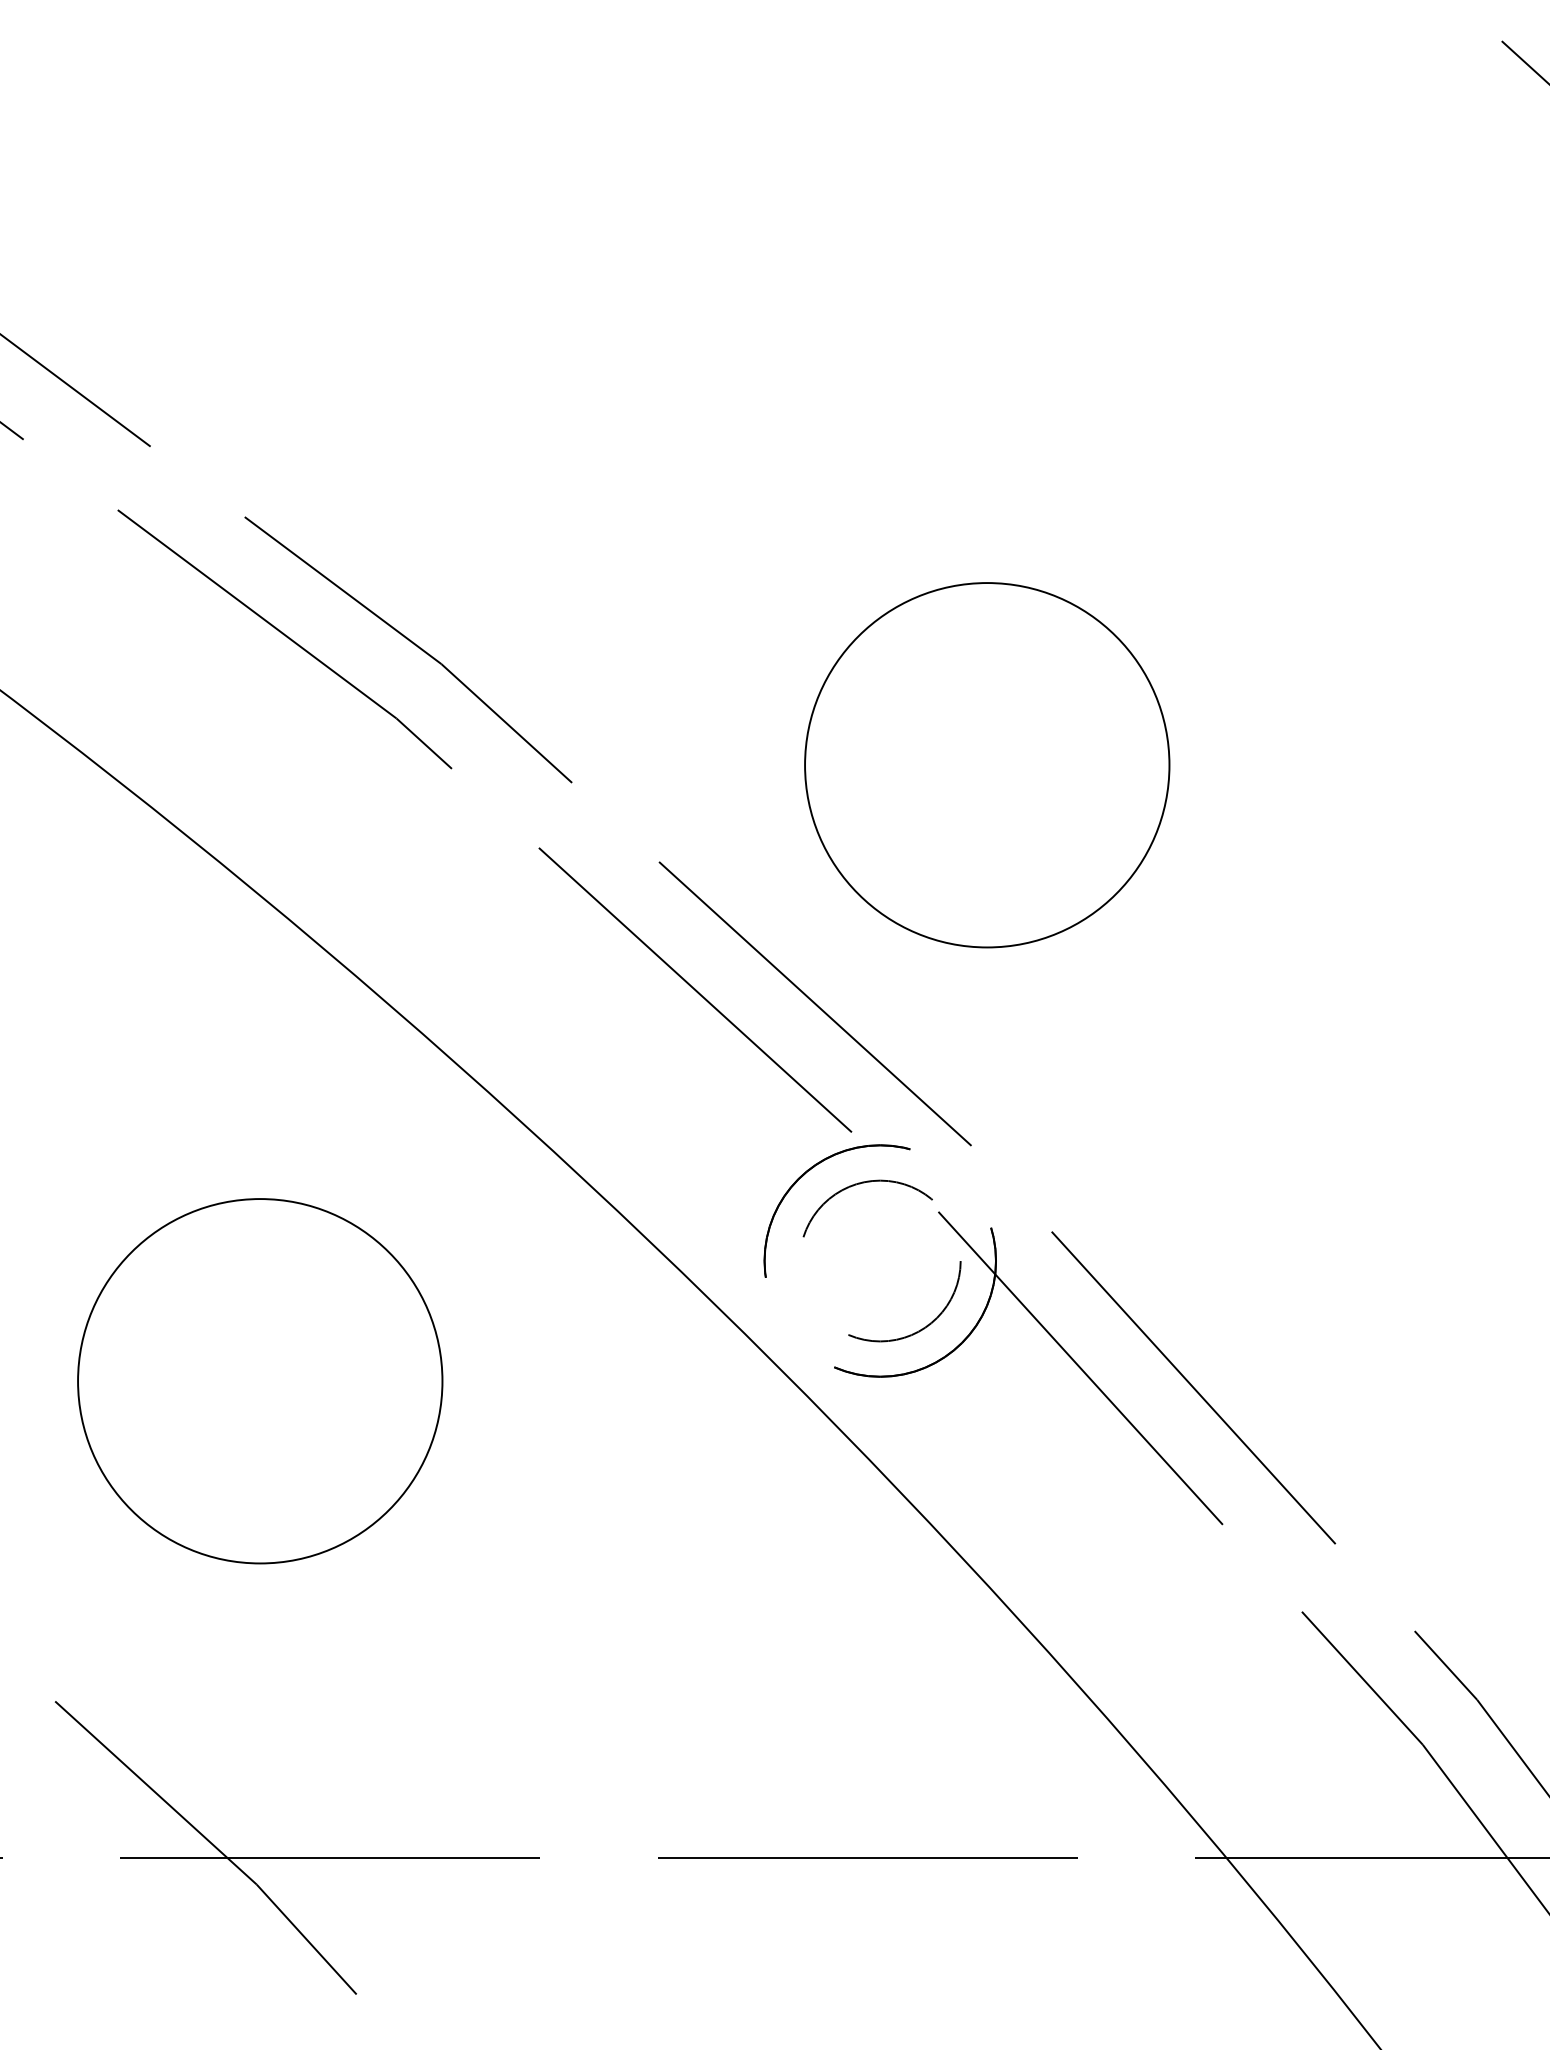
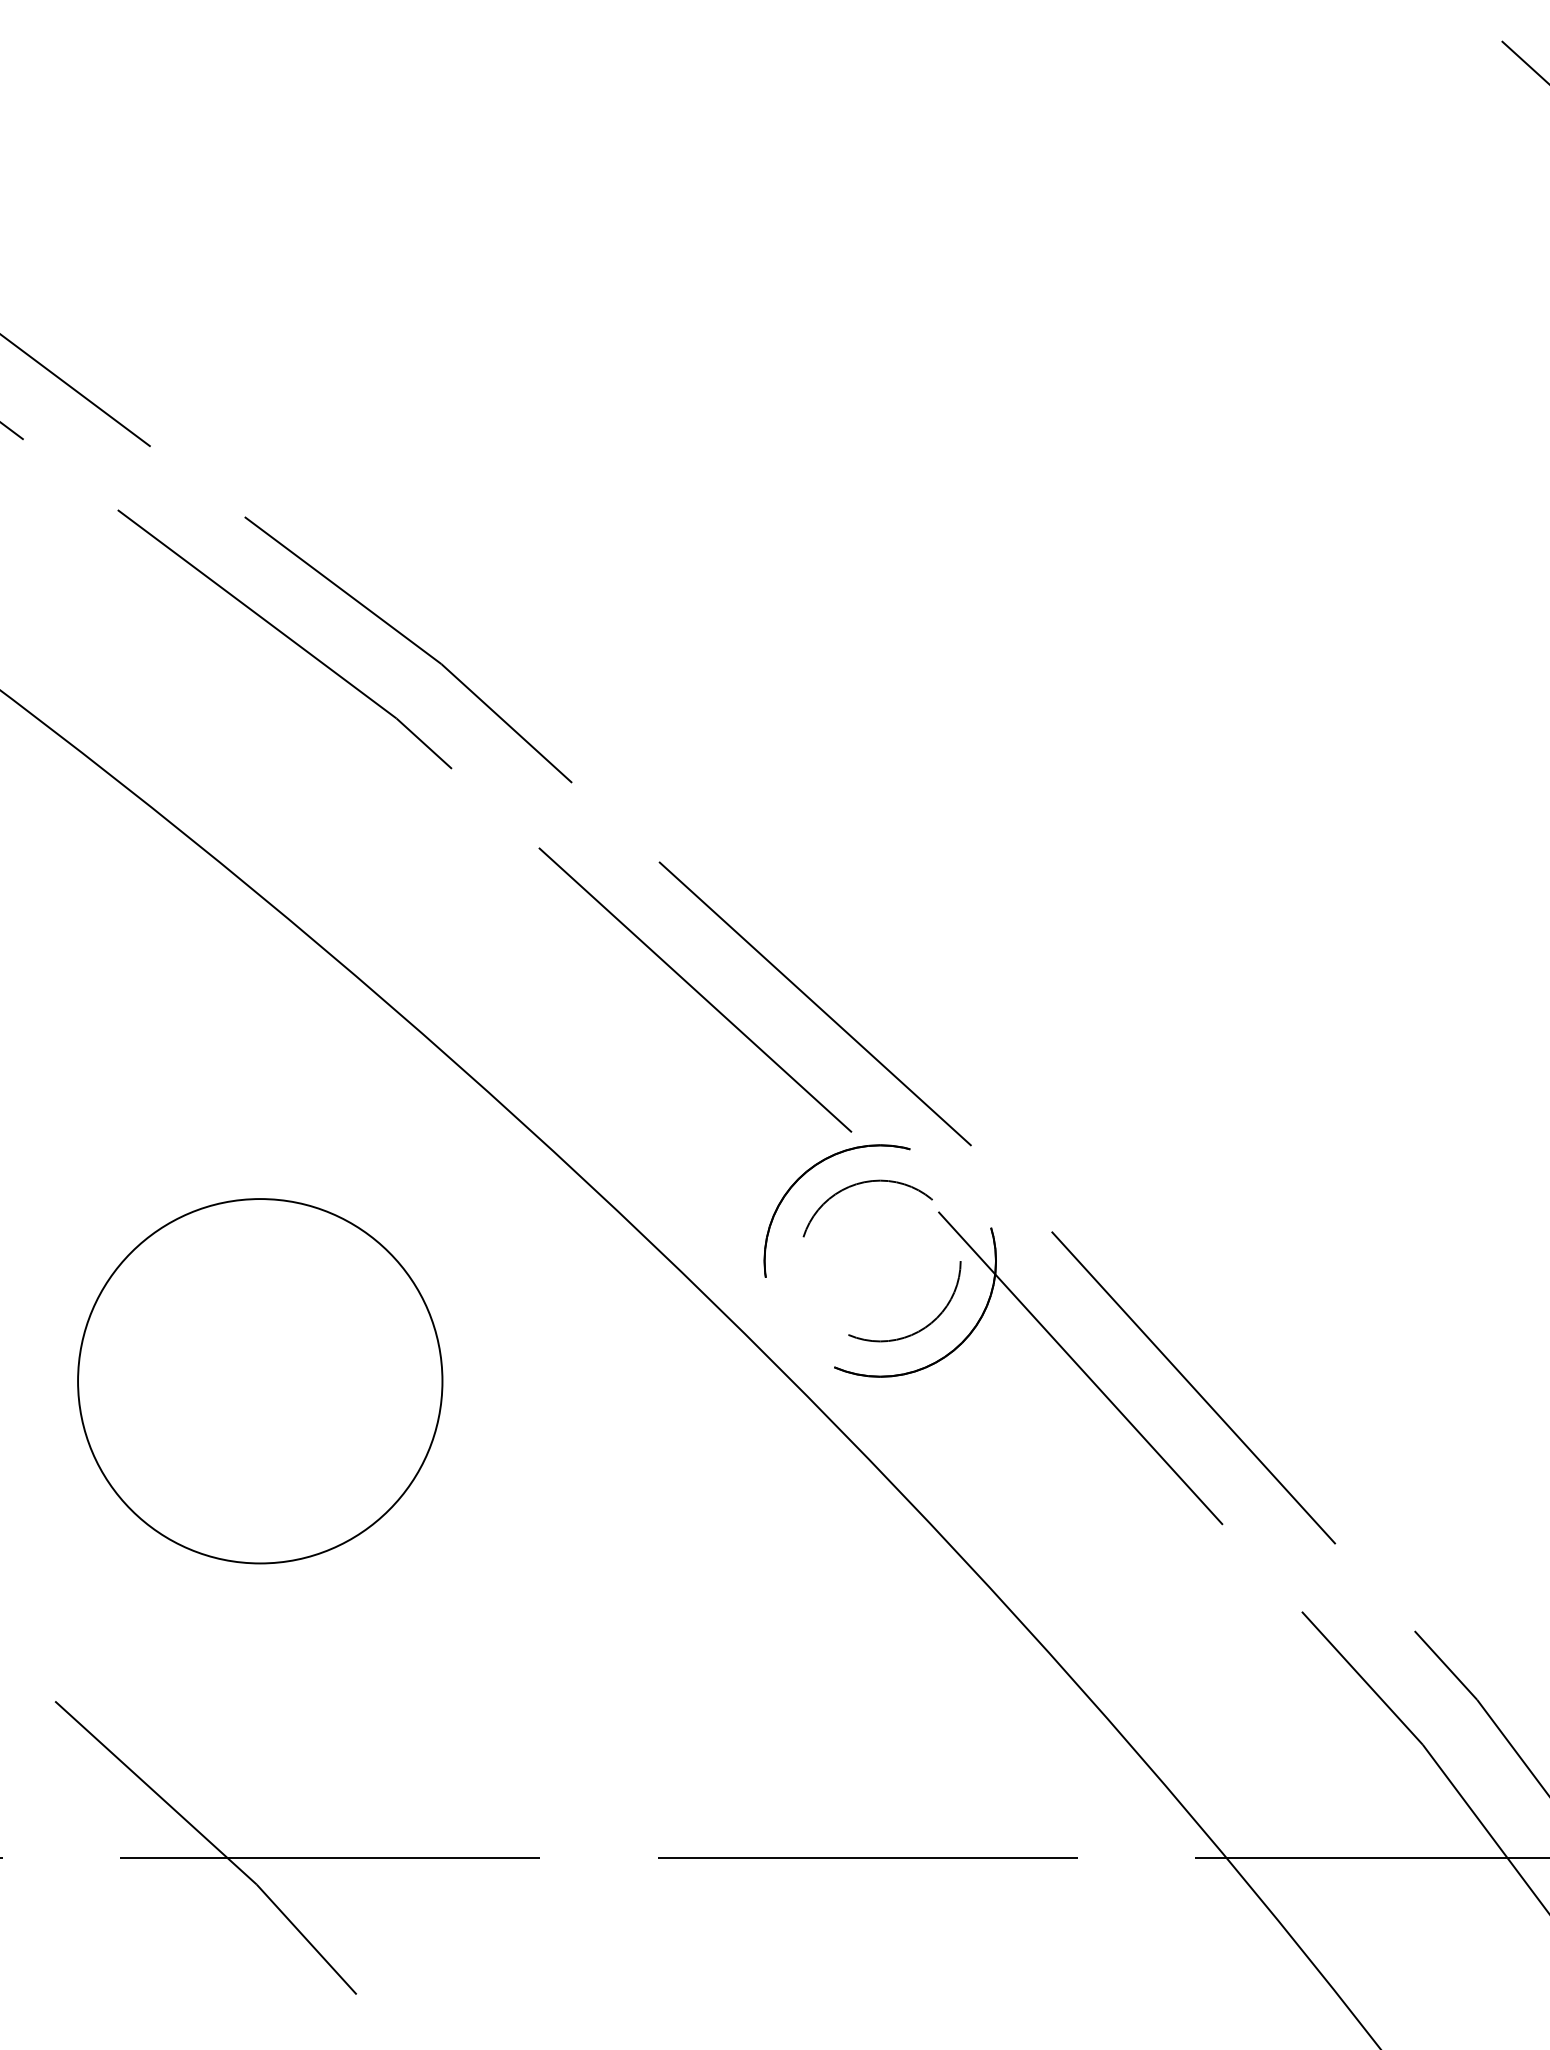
circle at (987, 765): present -> none
